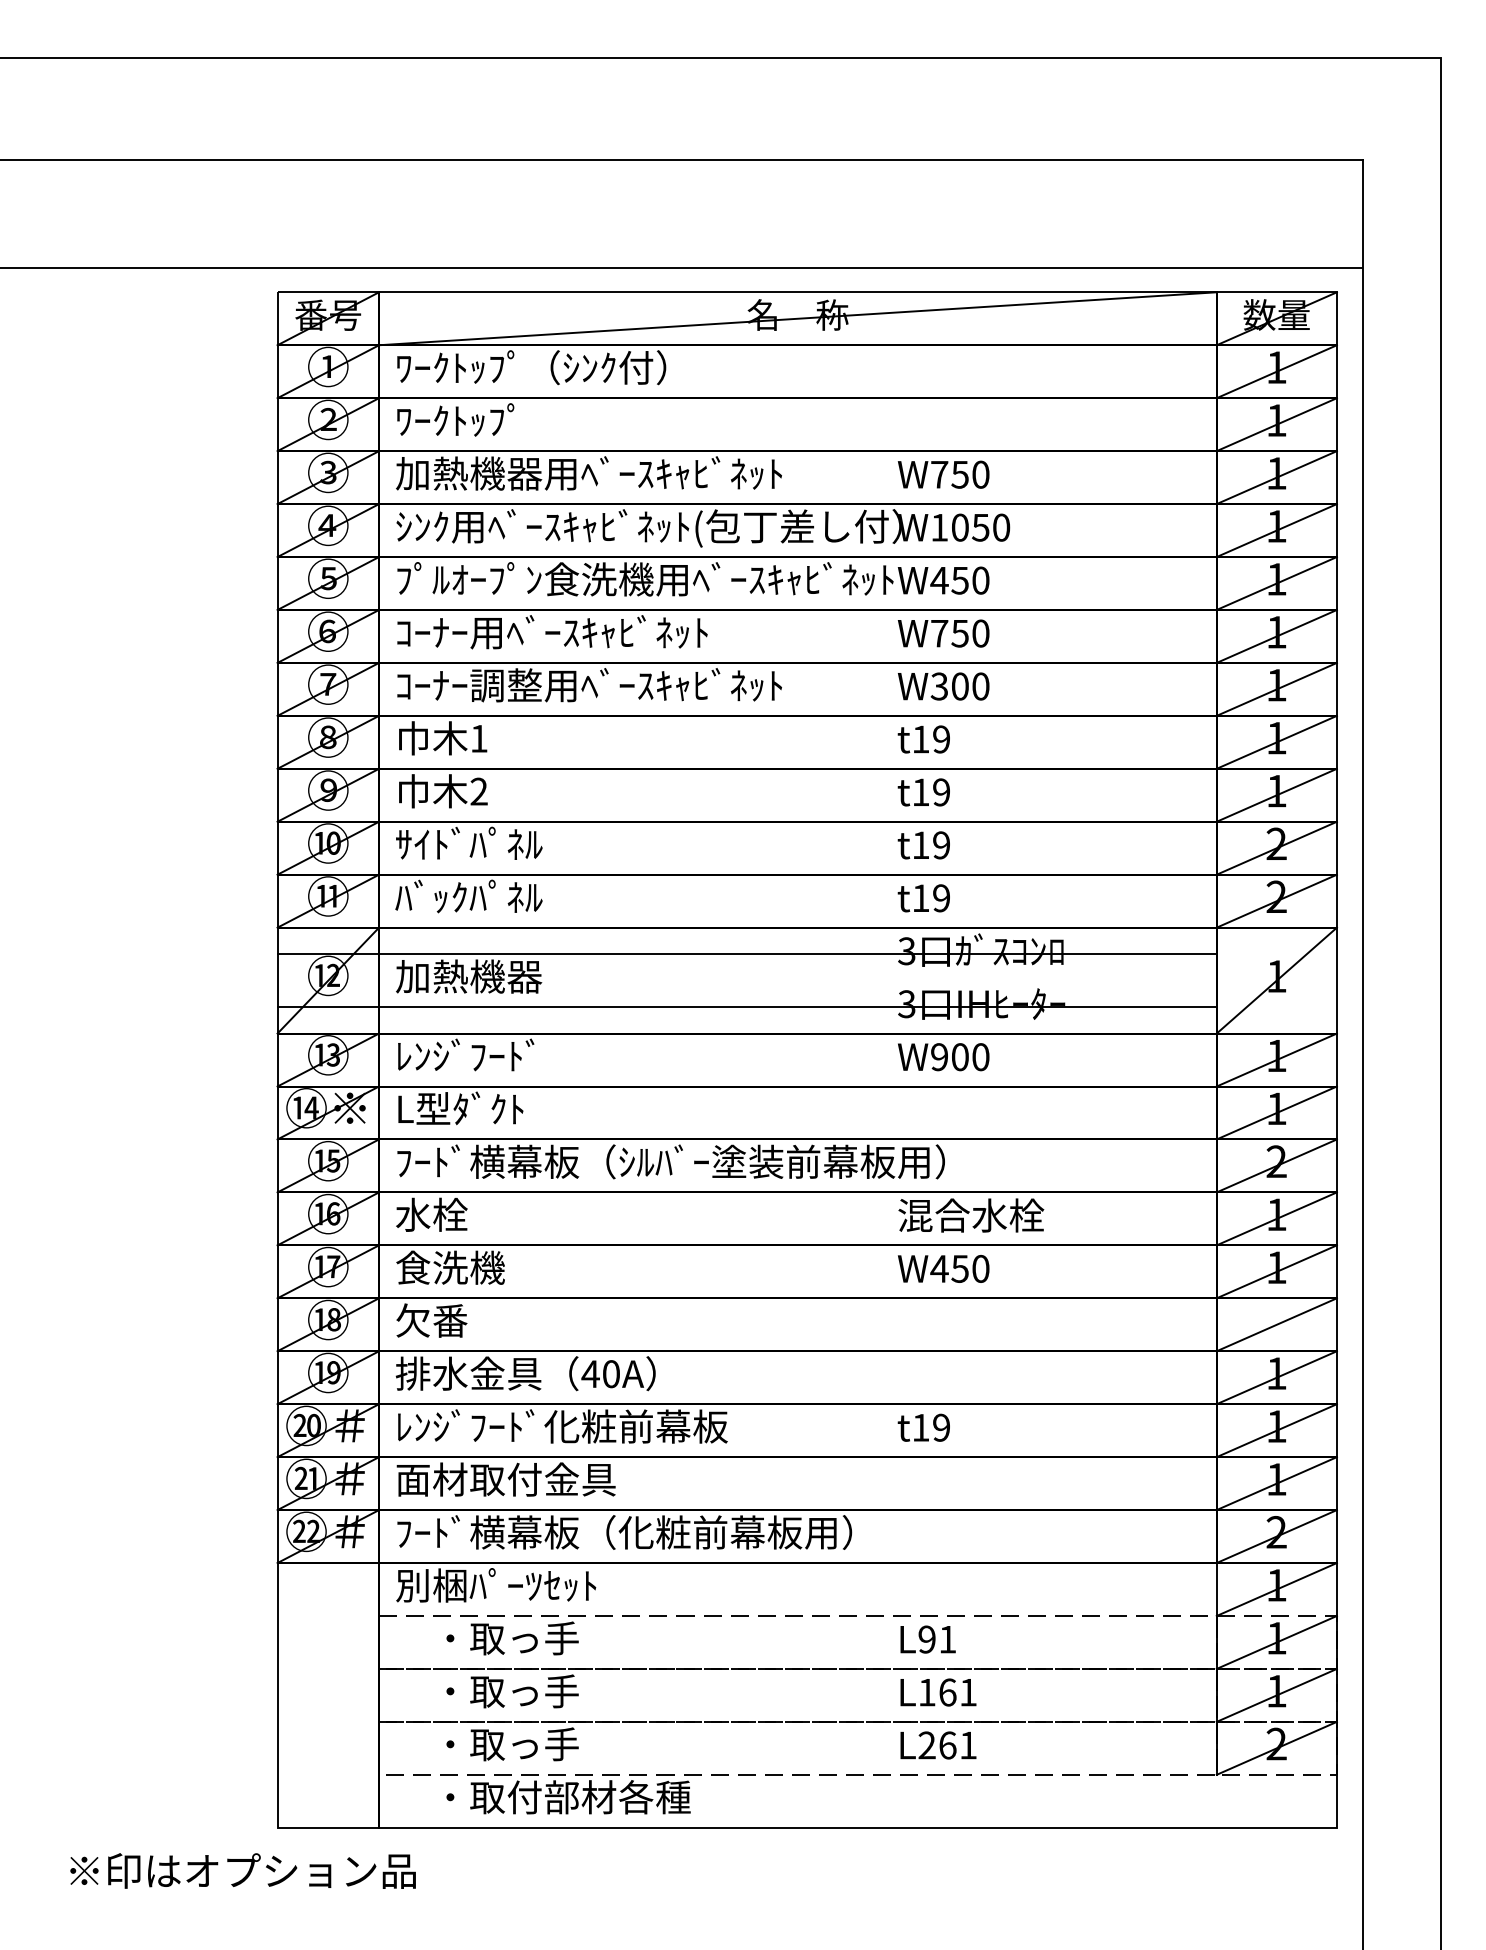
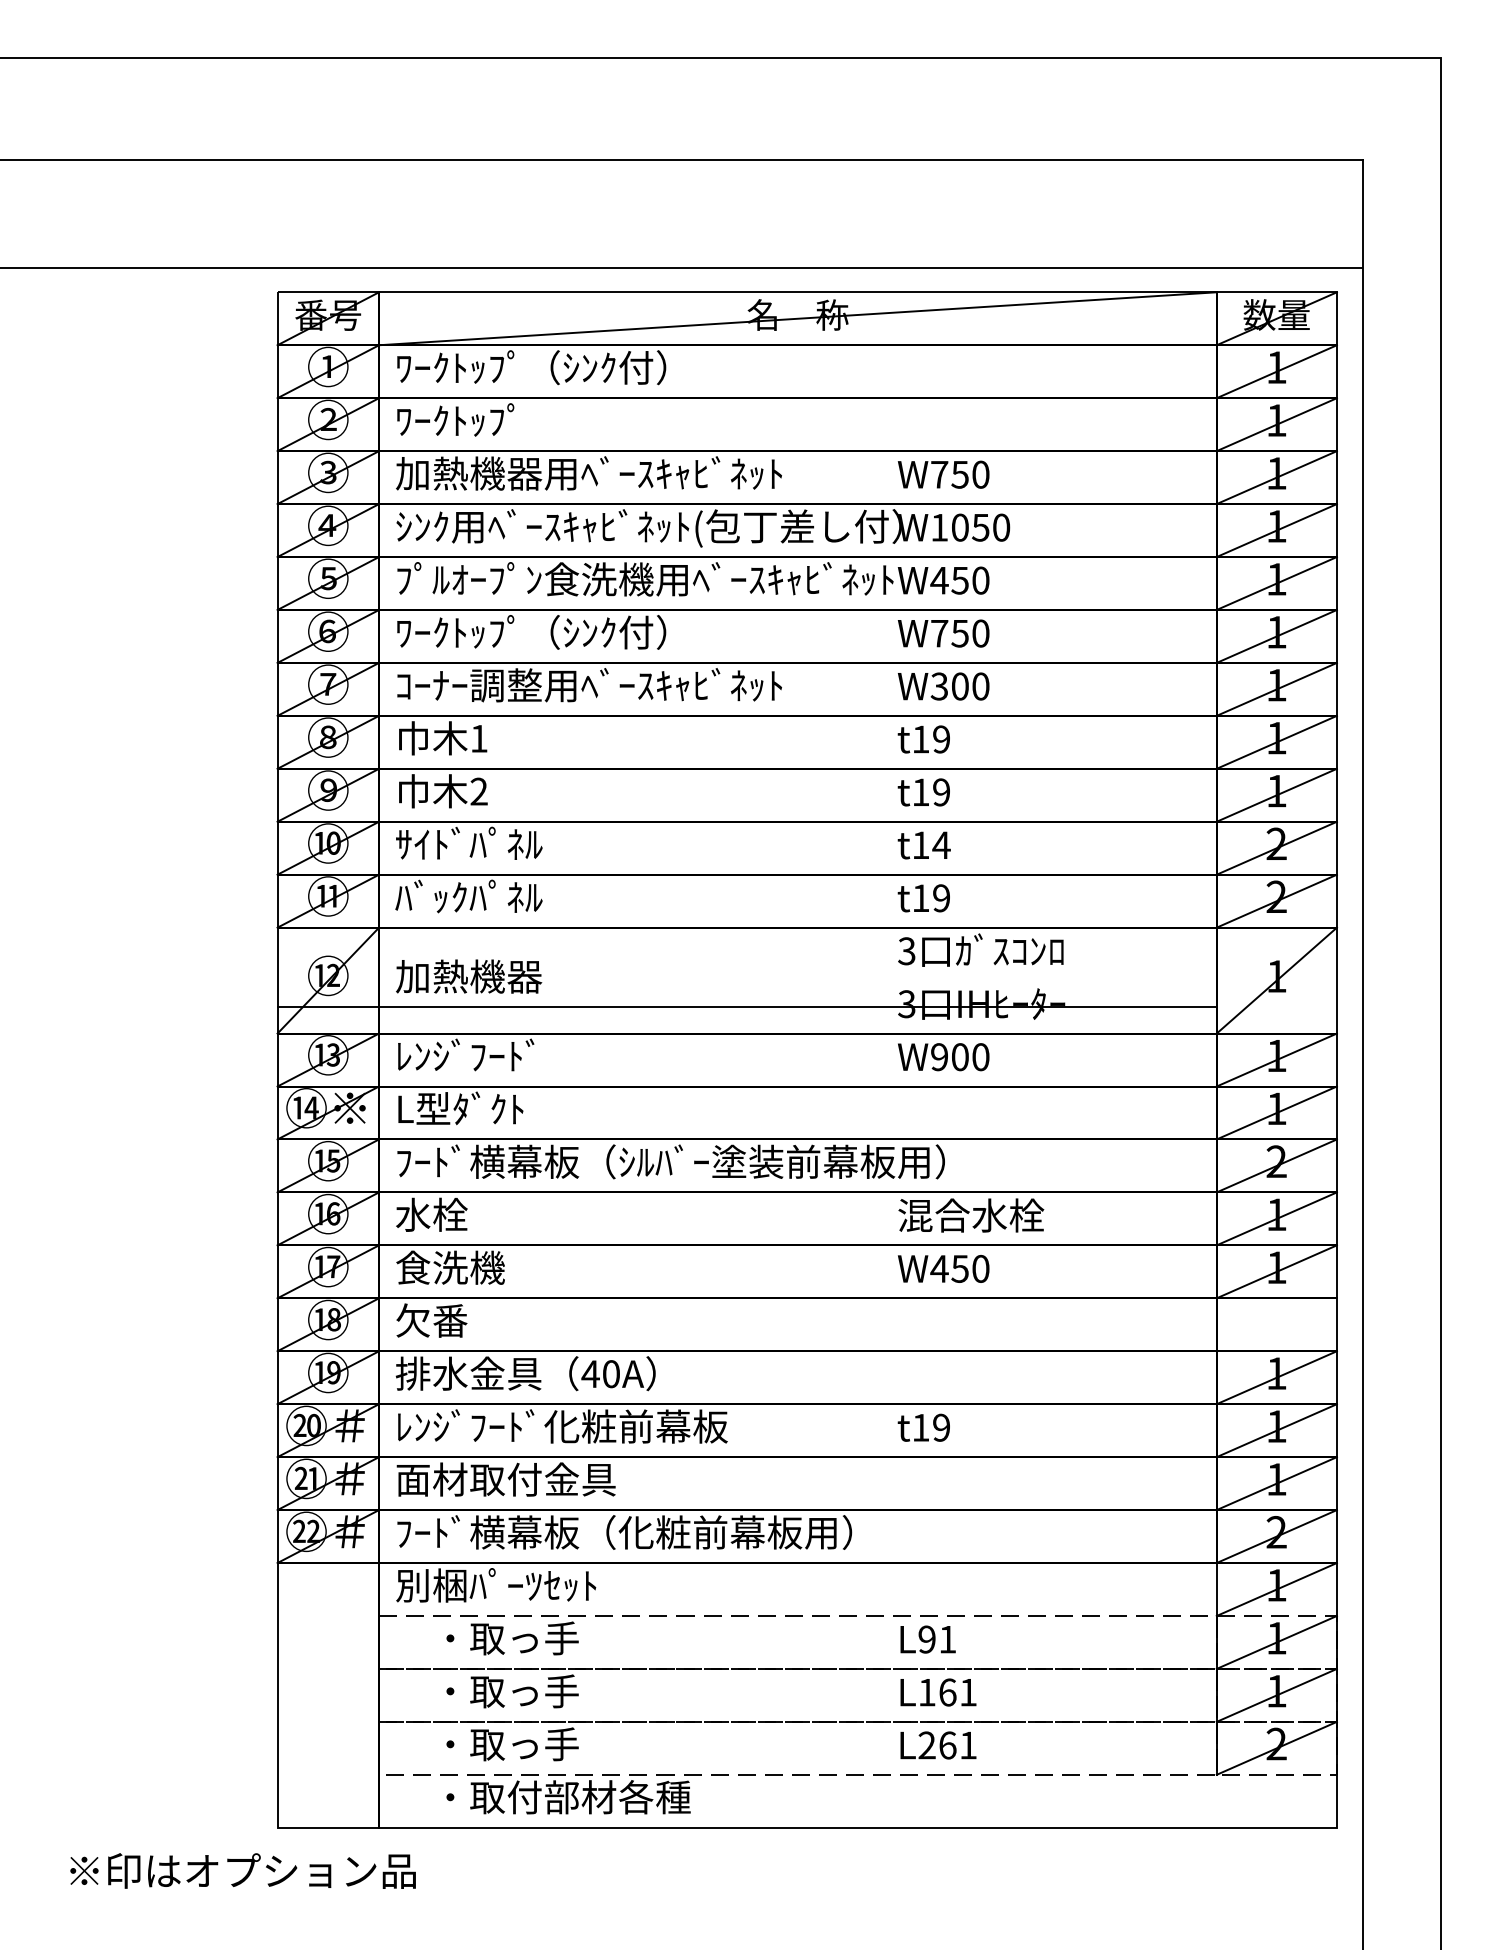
text at (552, 631): ｺｰﾅｰ用ﾍﾞｰｽｷｬﾋﾞﾈｯﾄ -> ﾜｰｸﾄｯﾌﾟ（ｼﾝｸ付）
text at (941, 845): t19 -> t14
line at (746, 954): present -> none
line at (1276, 1324): present -> none
